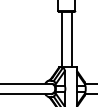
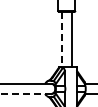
line at (61, 39): solid -> dashed
line at (26, 93): solid -> dashed
